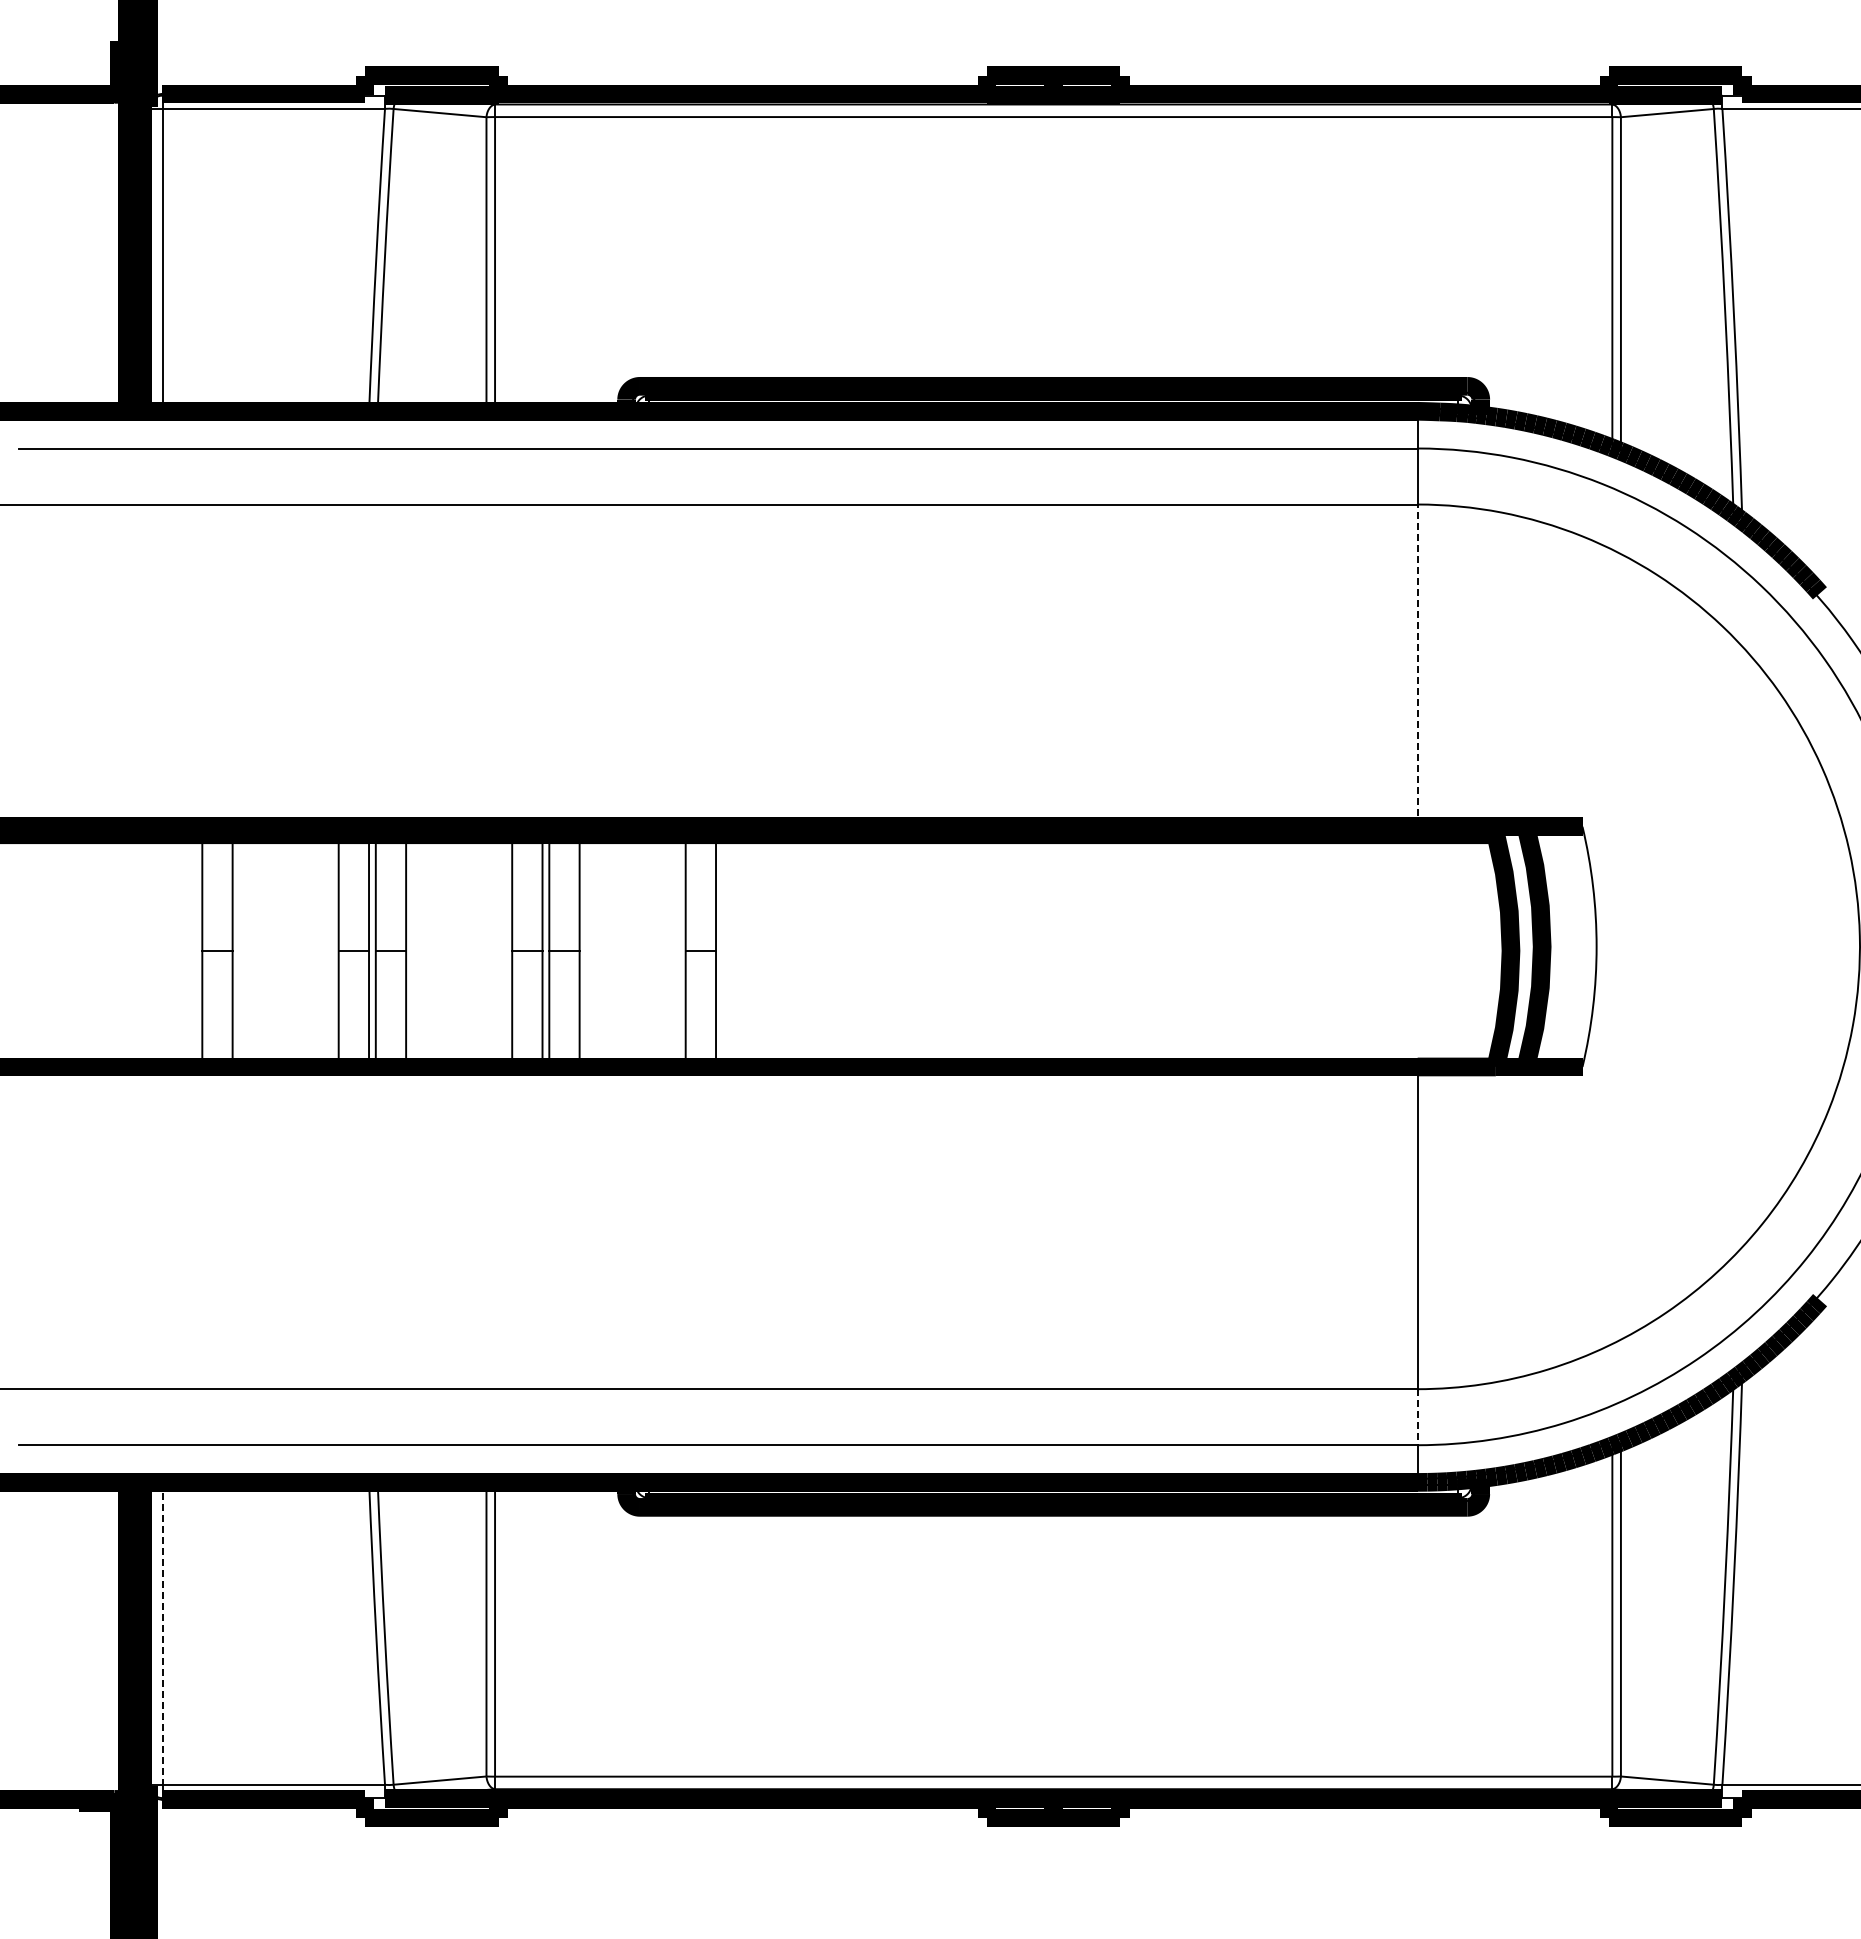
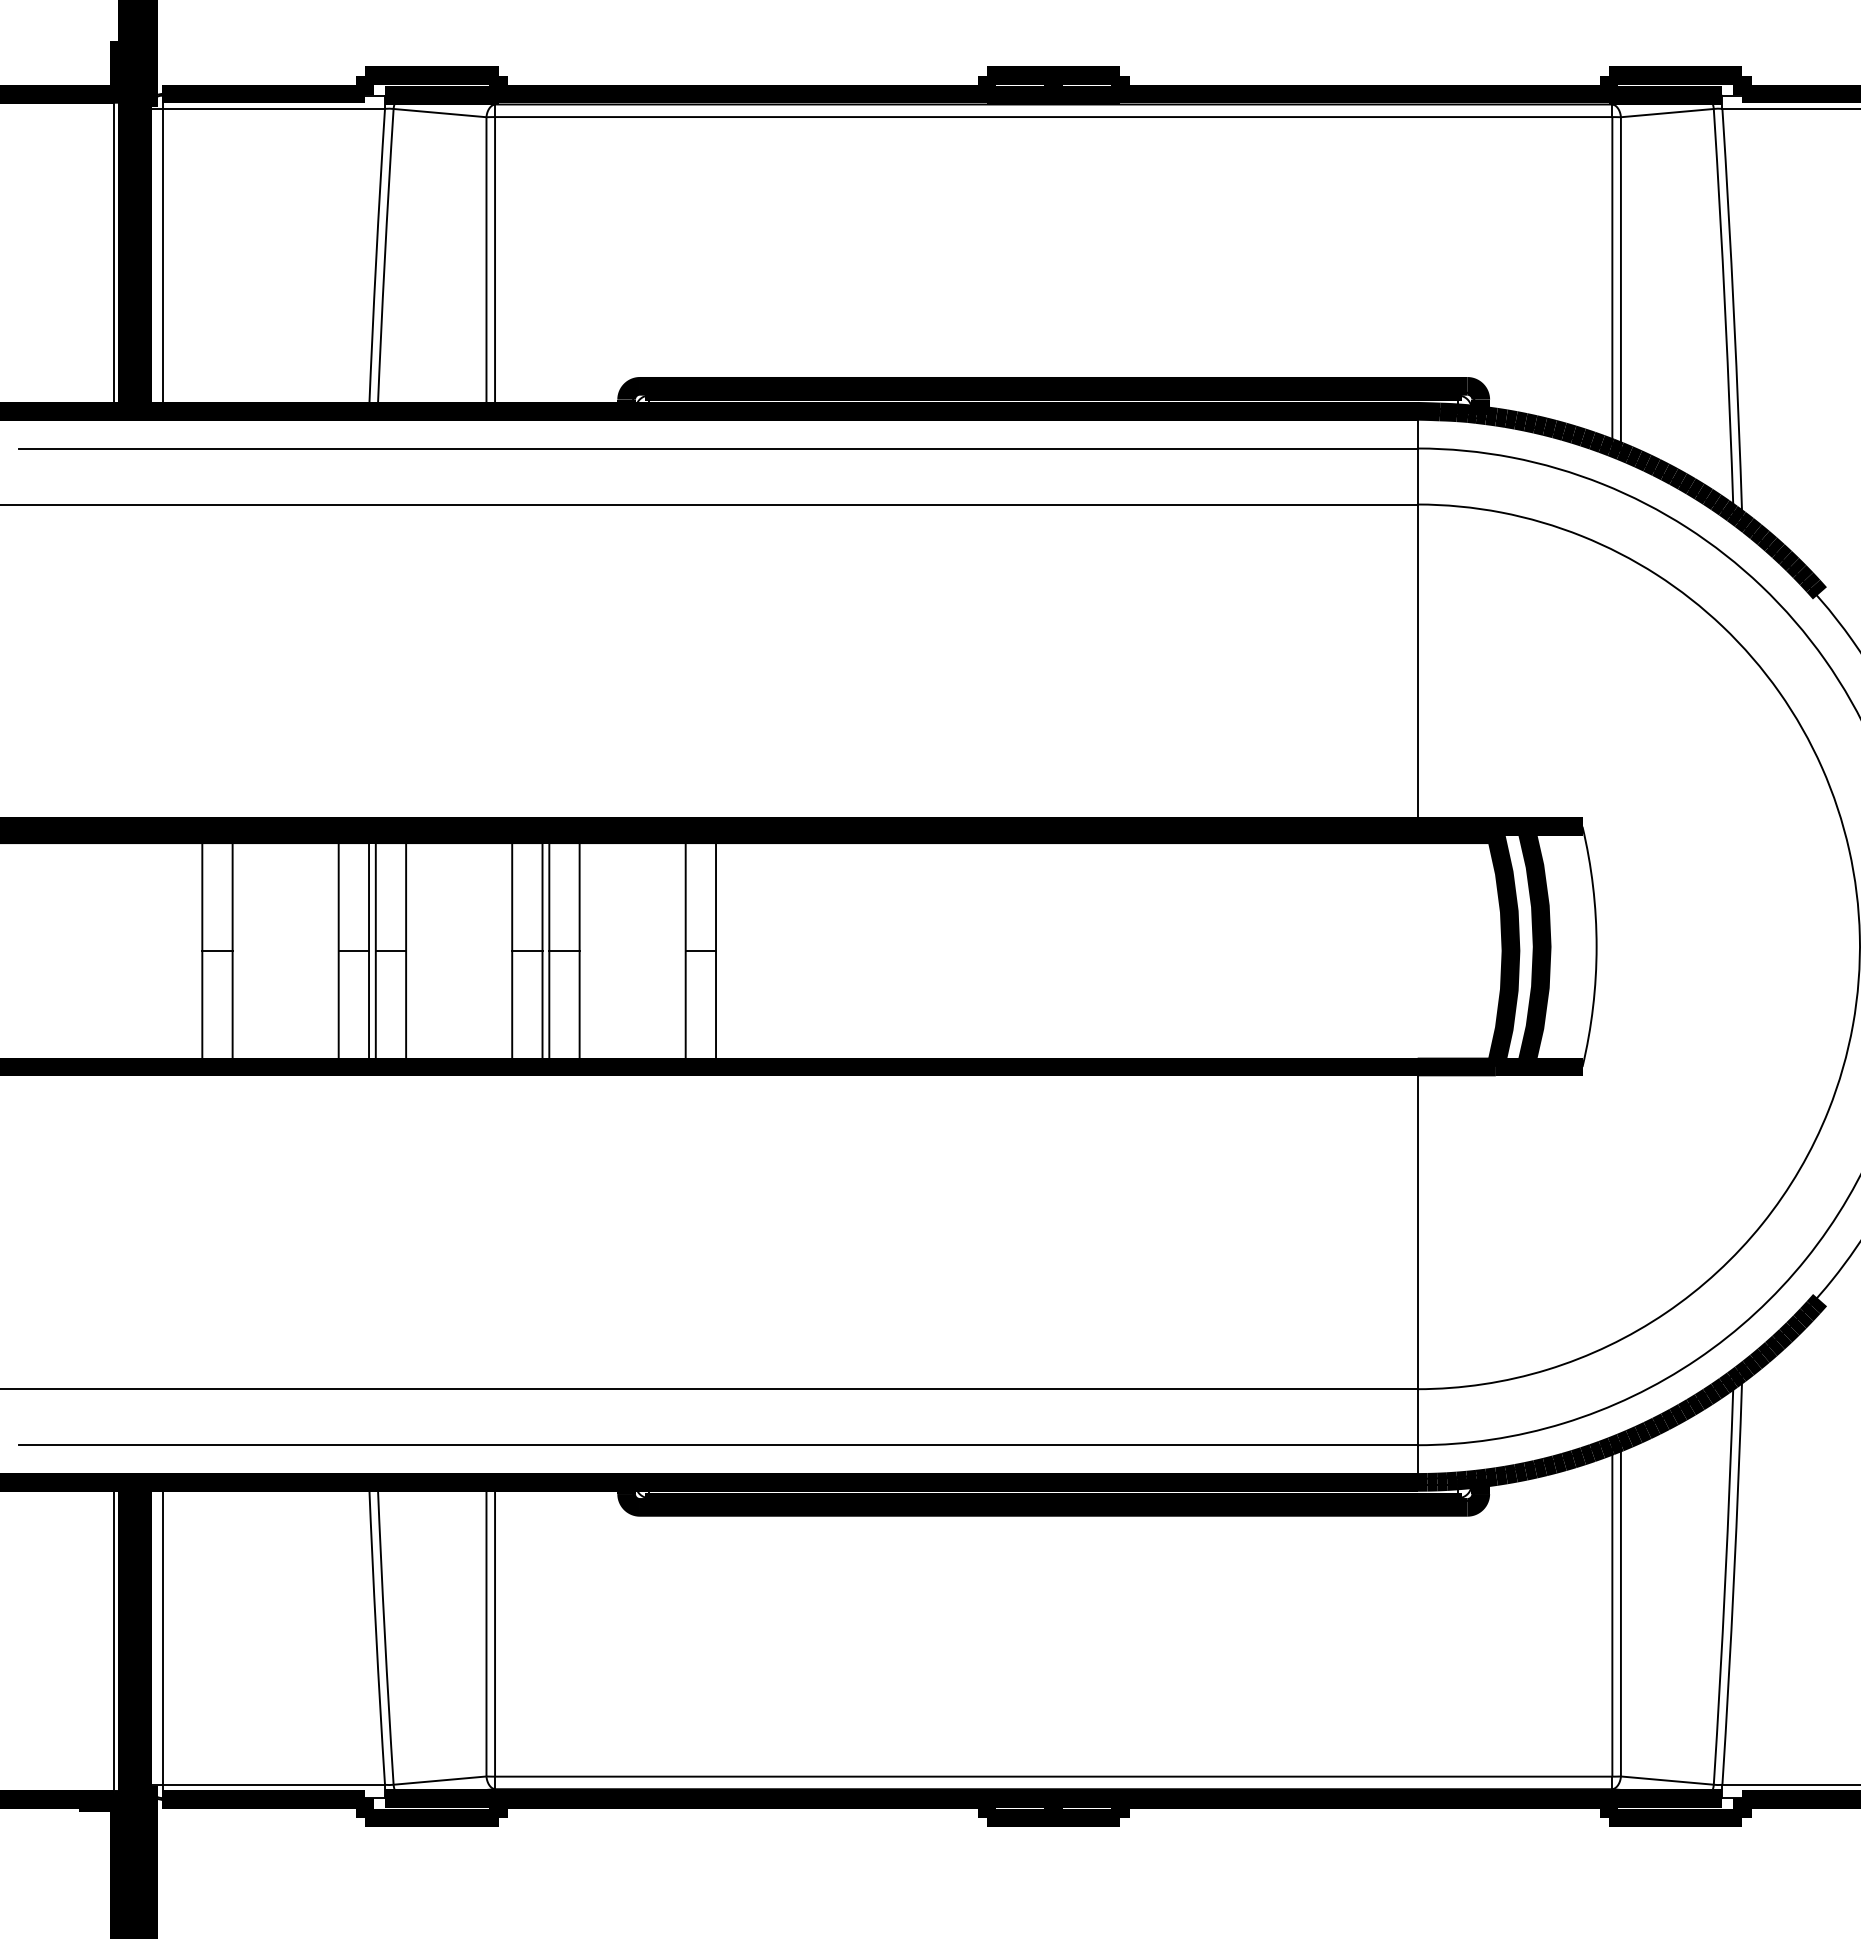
line at (114, 252): none -> present
line at (1417, 665): dashed -> solid
line at (1417, 1417): dashed -> solid
line at (162, 1634): dashed -> solid
line at (114, 1640): none -> present
